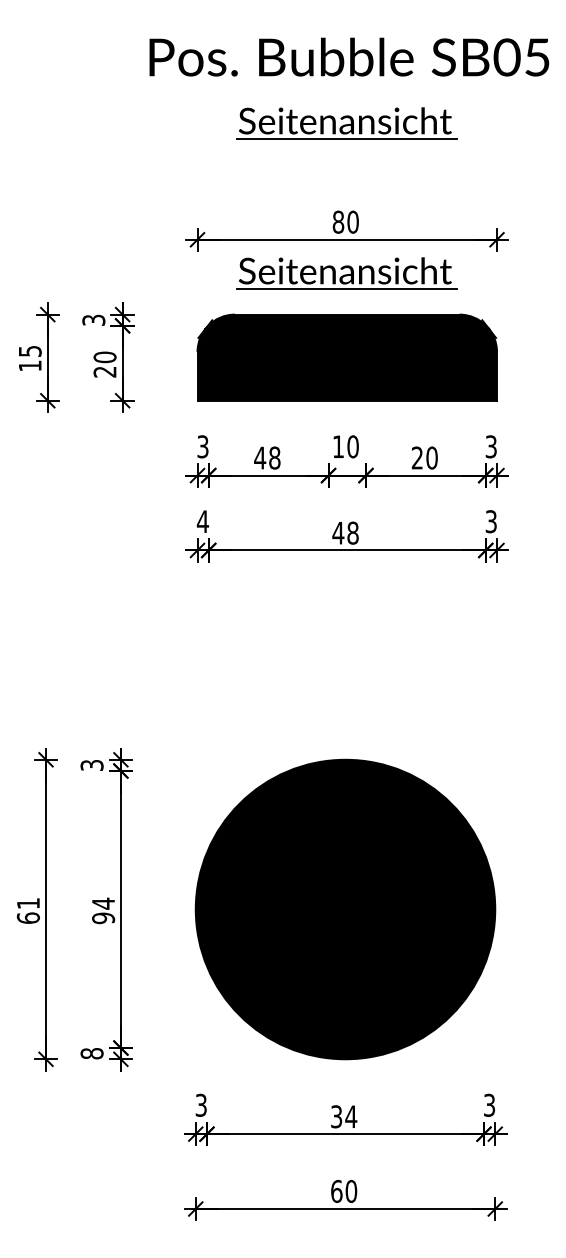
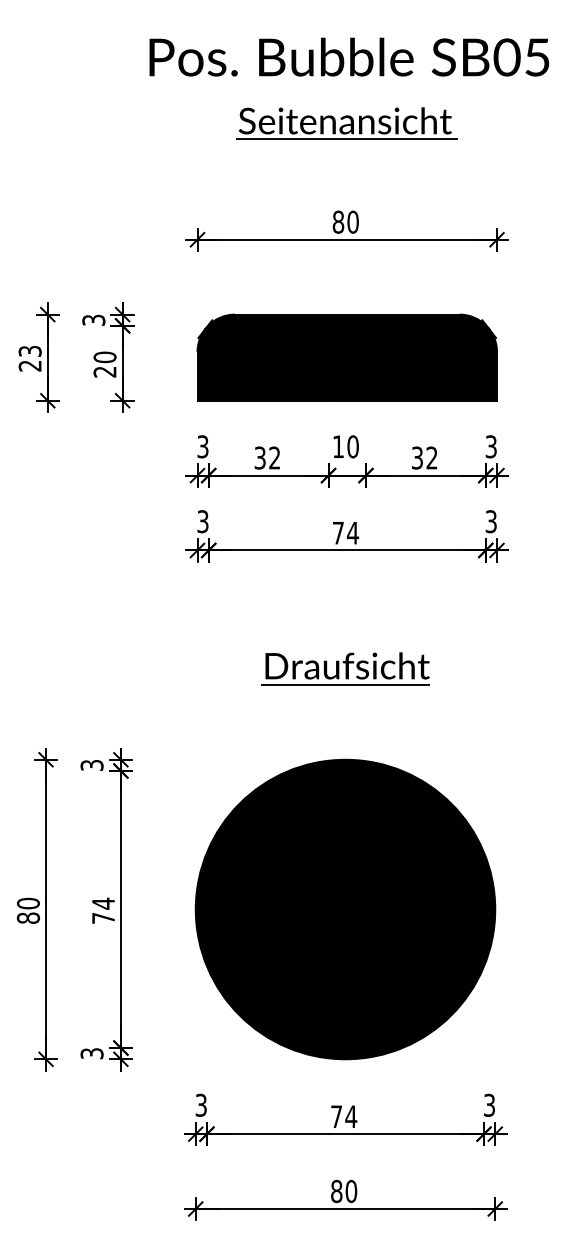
part at (346, 273): present -> none
text at (29, 358): 15 -> 23
text at (267, 457): 48 -> 32
text at (424, 457): 20 -> 32
text at (202, 521): 4 -> 3
text at (345, 532): 48 -> 74
part at (345, 668): none -> present
text at (27, 910): 61 -> 80
text at (103, 918): 94 -> 74
text at (91, 1053): 8 -> 3
text at (336, 1116): 34 -> 74
text at (336, 1190): 60 -> 80
